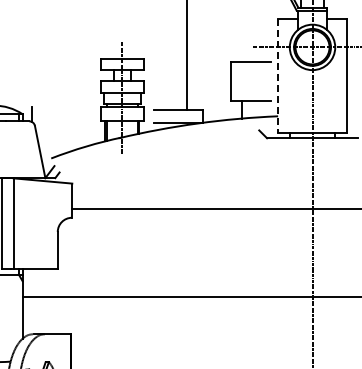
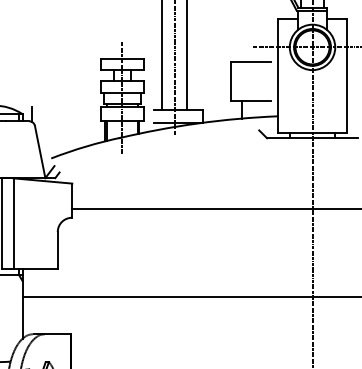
line at (161, 56): none -> present
line at (174, 68): none -> present
line at (278, 75): dashed -> solid
